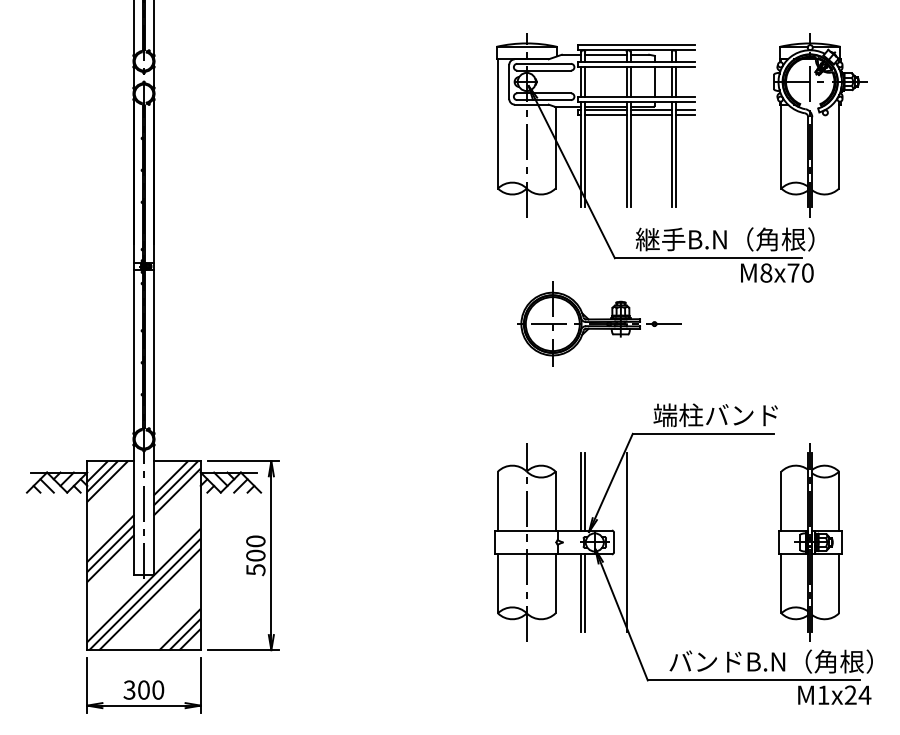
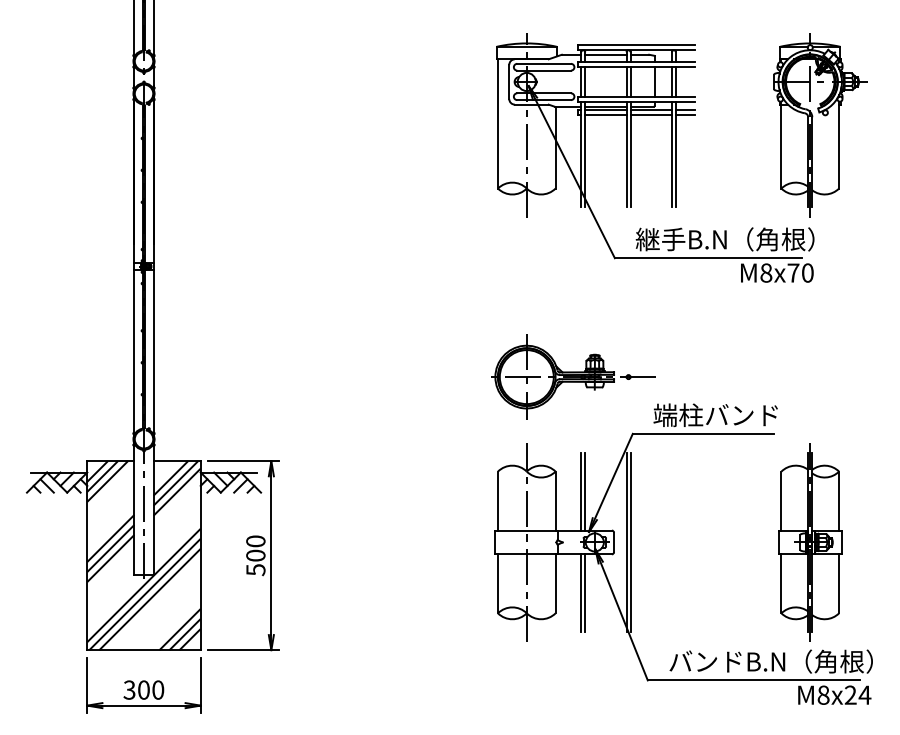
part at (599, 323) position: (599, 323) -> (573, 376)
line at (630, 542): none -> present
text at (823, 694): M1x24 -> M8x24
